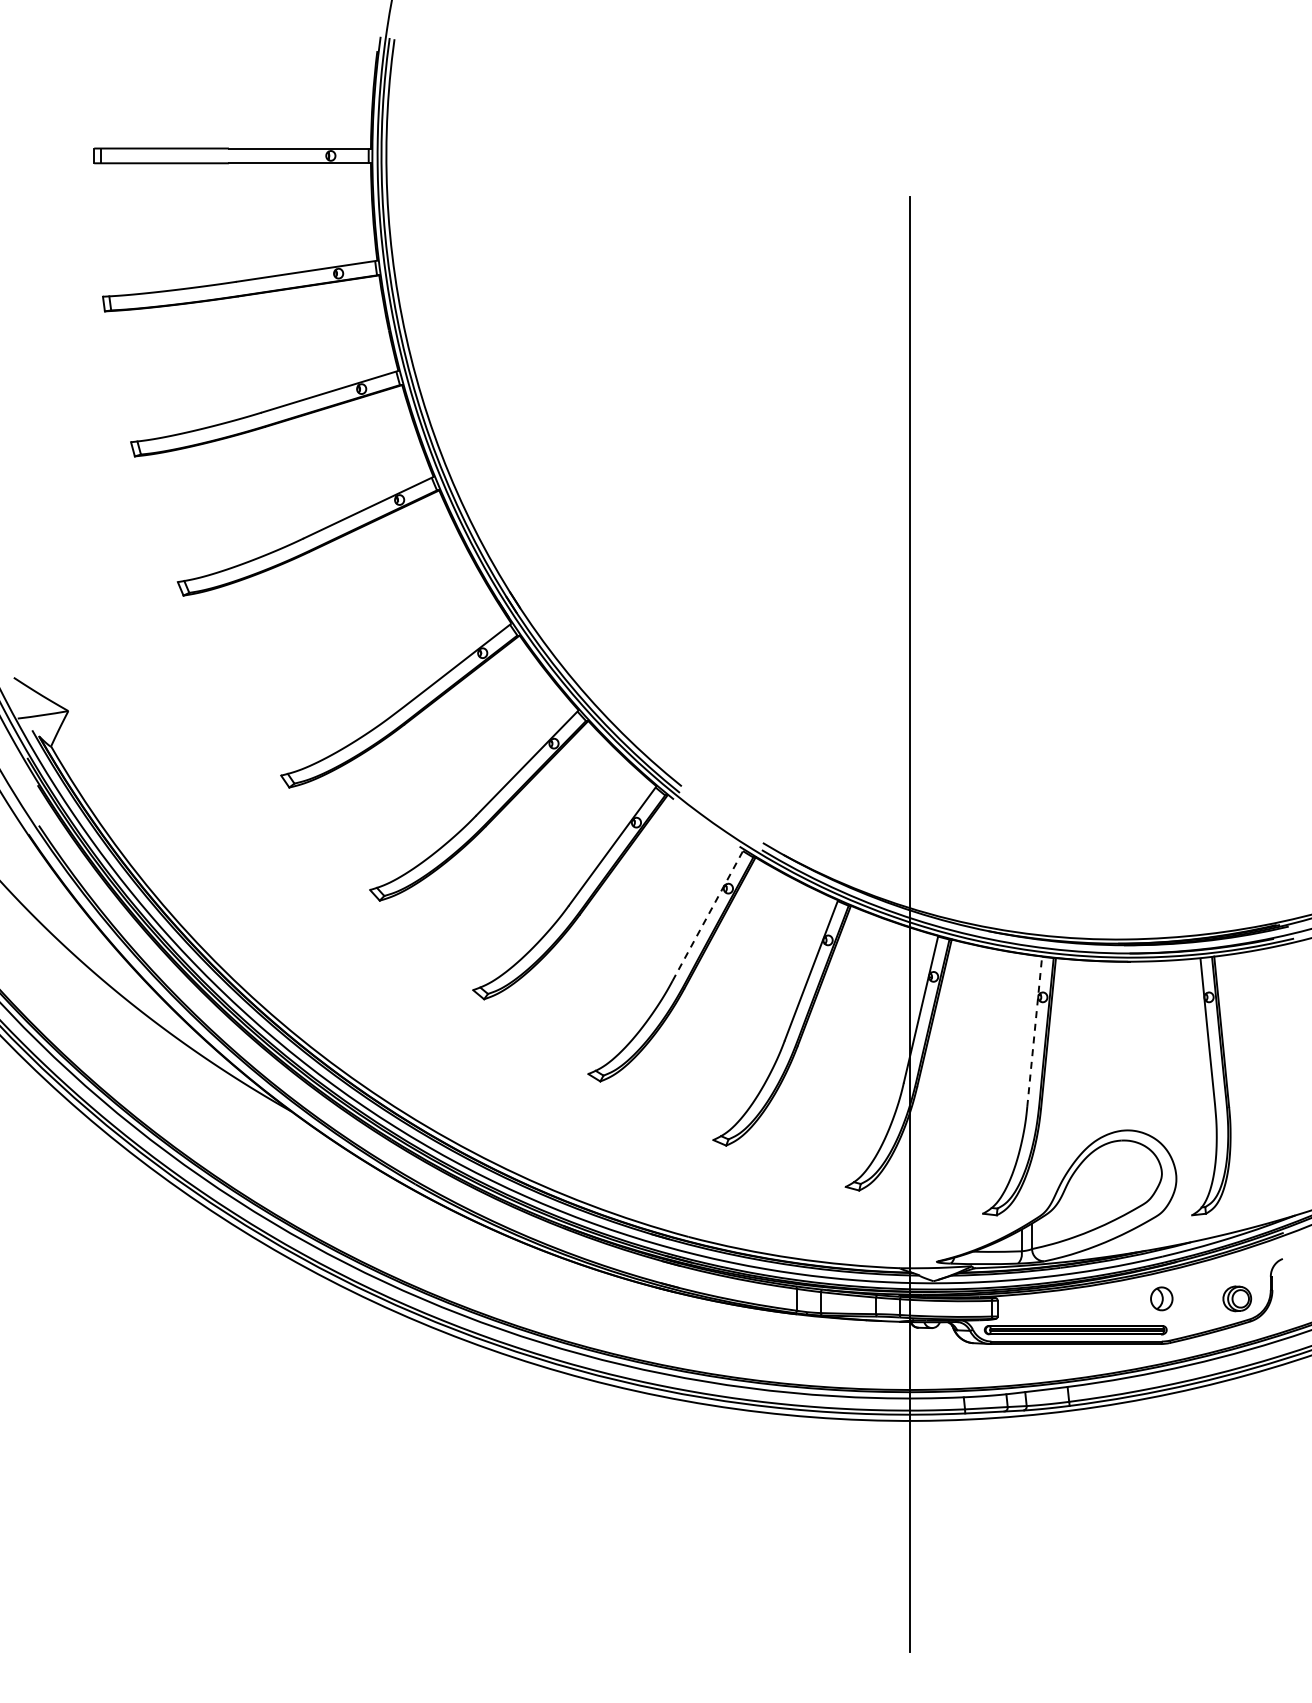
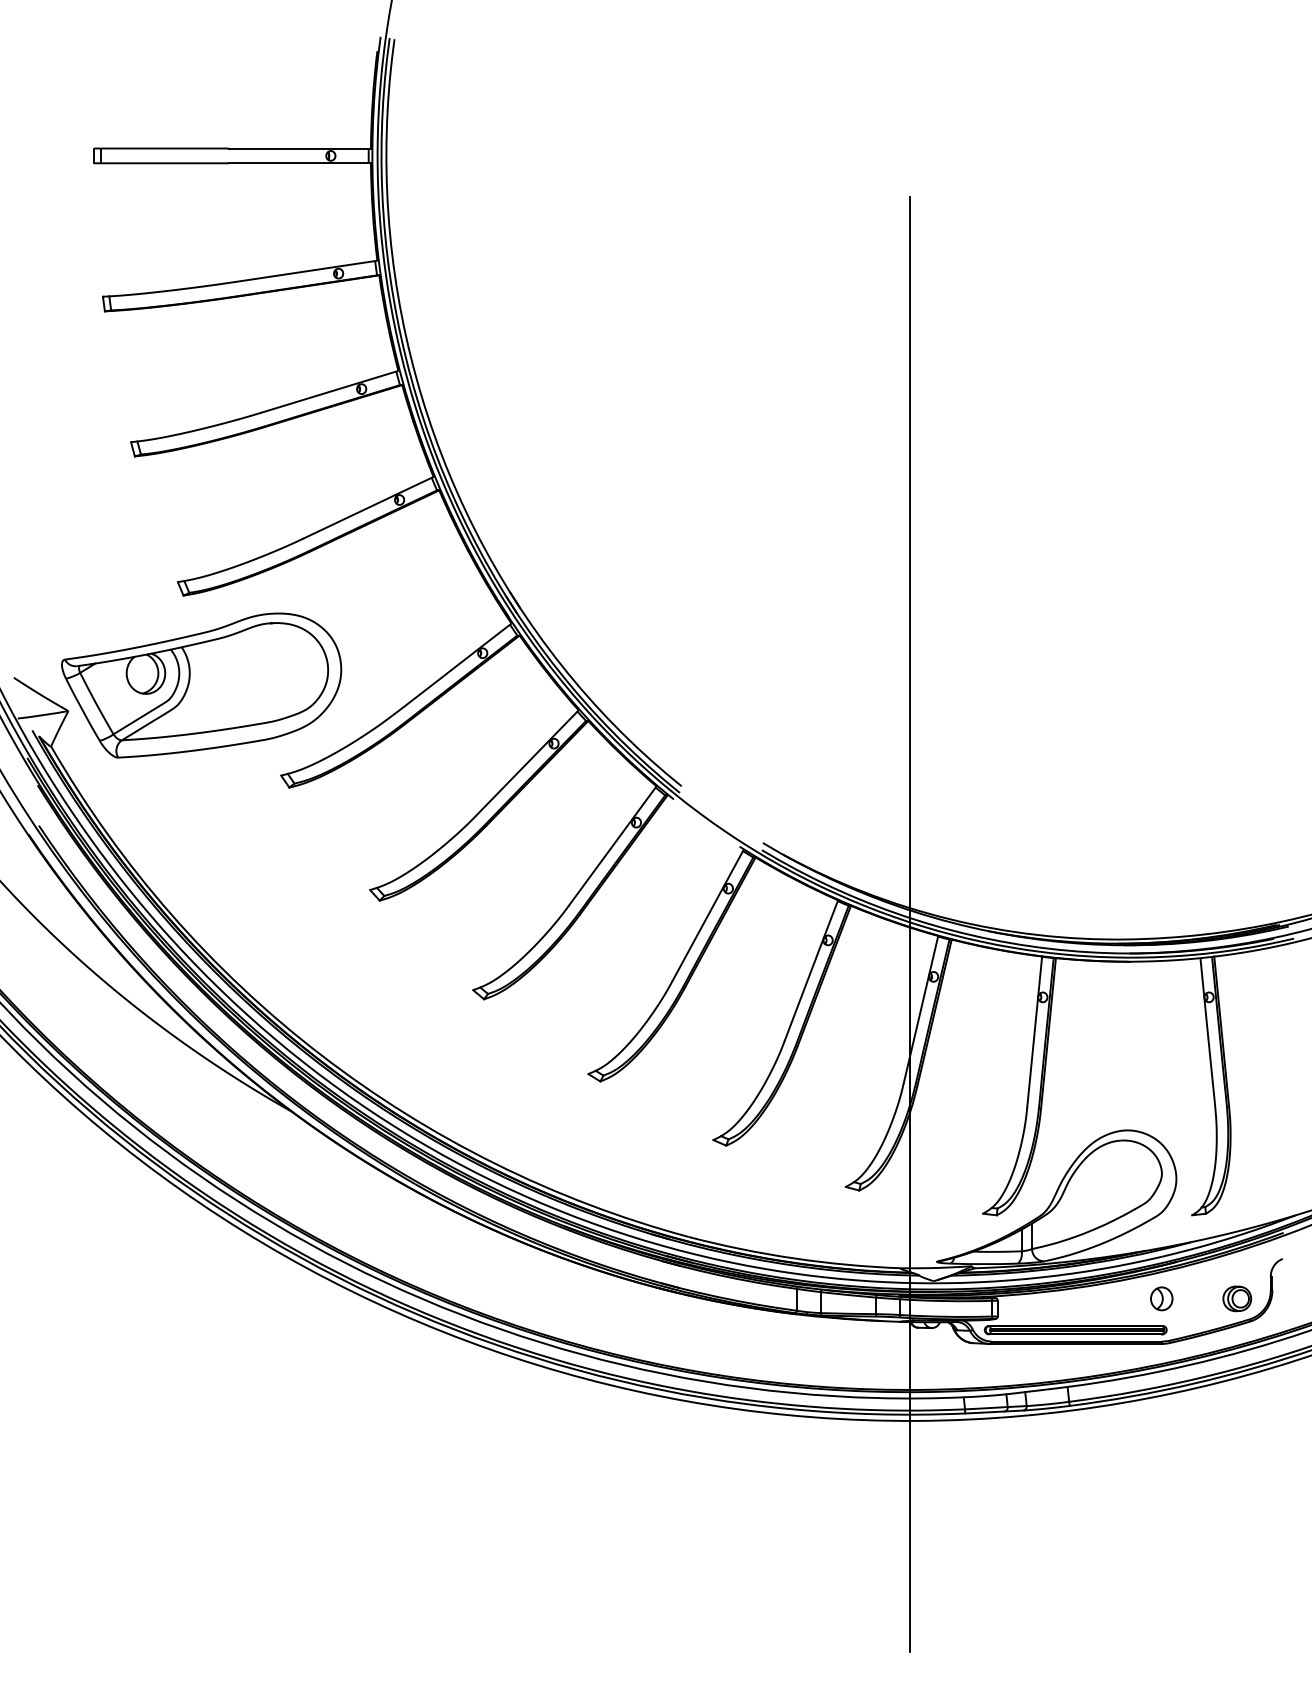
part at (201, 685): none -> present
line at (708, 915): dashed -> solid
line at (1034, 1031): dashed -> solid
